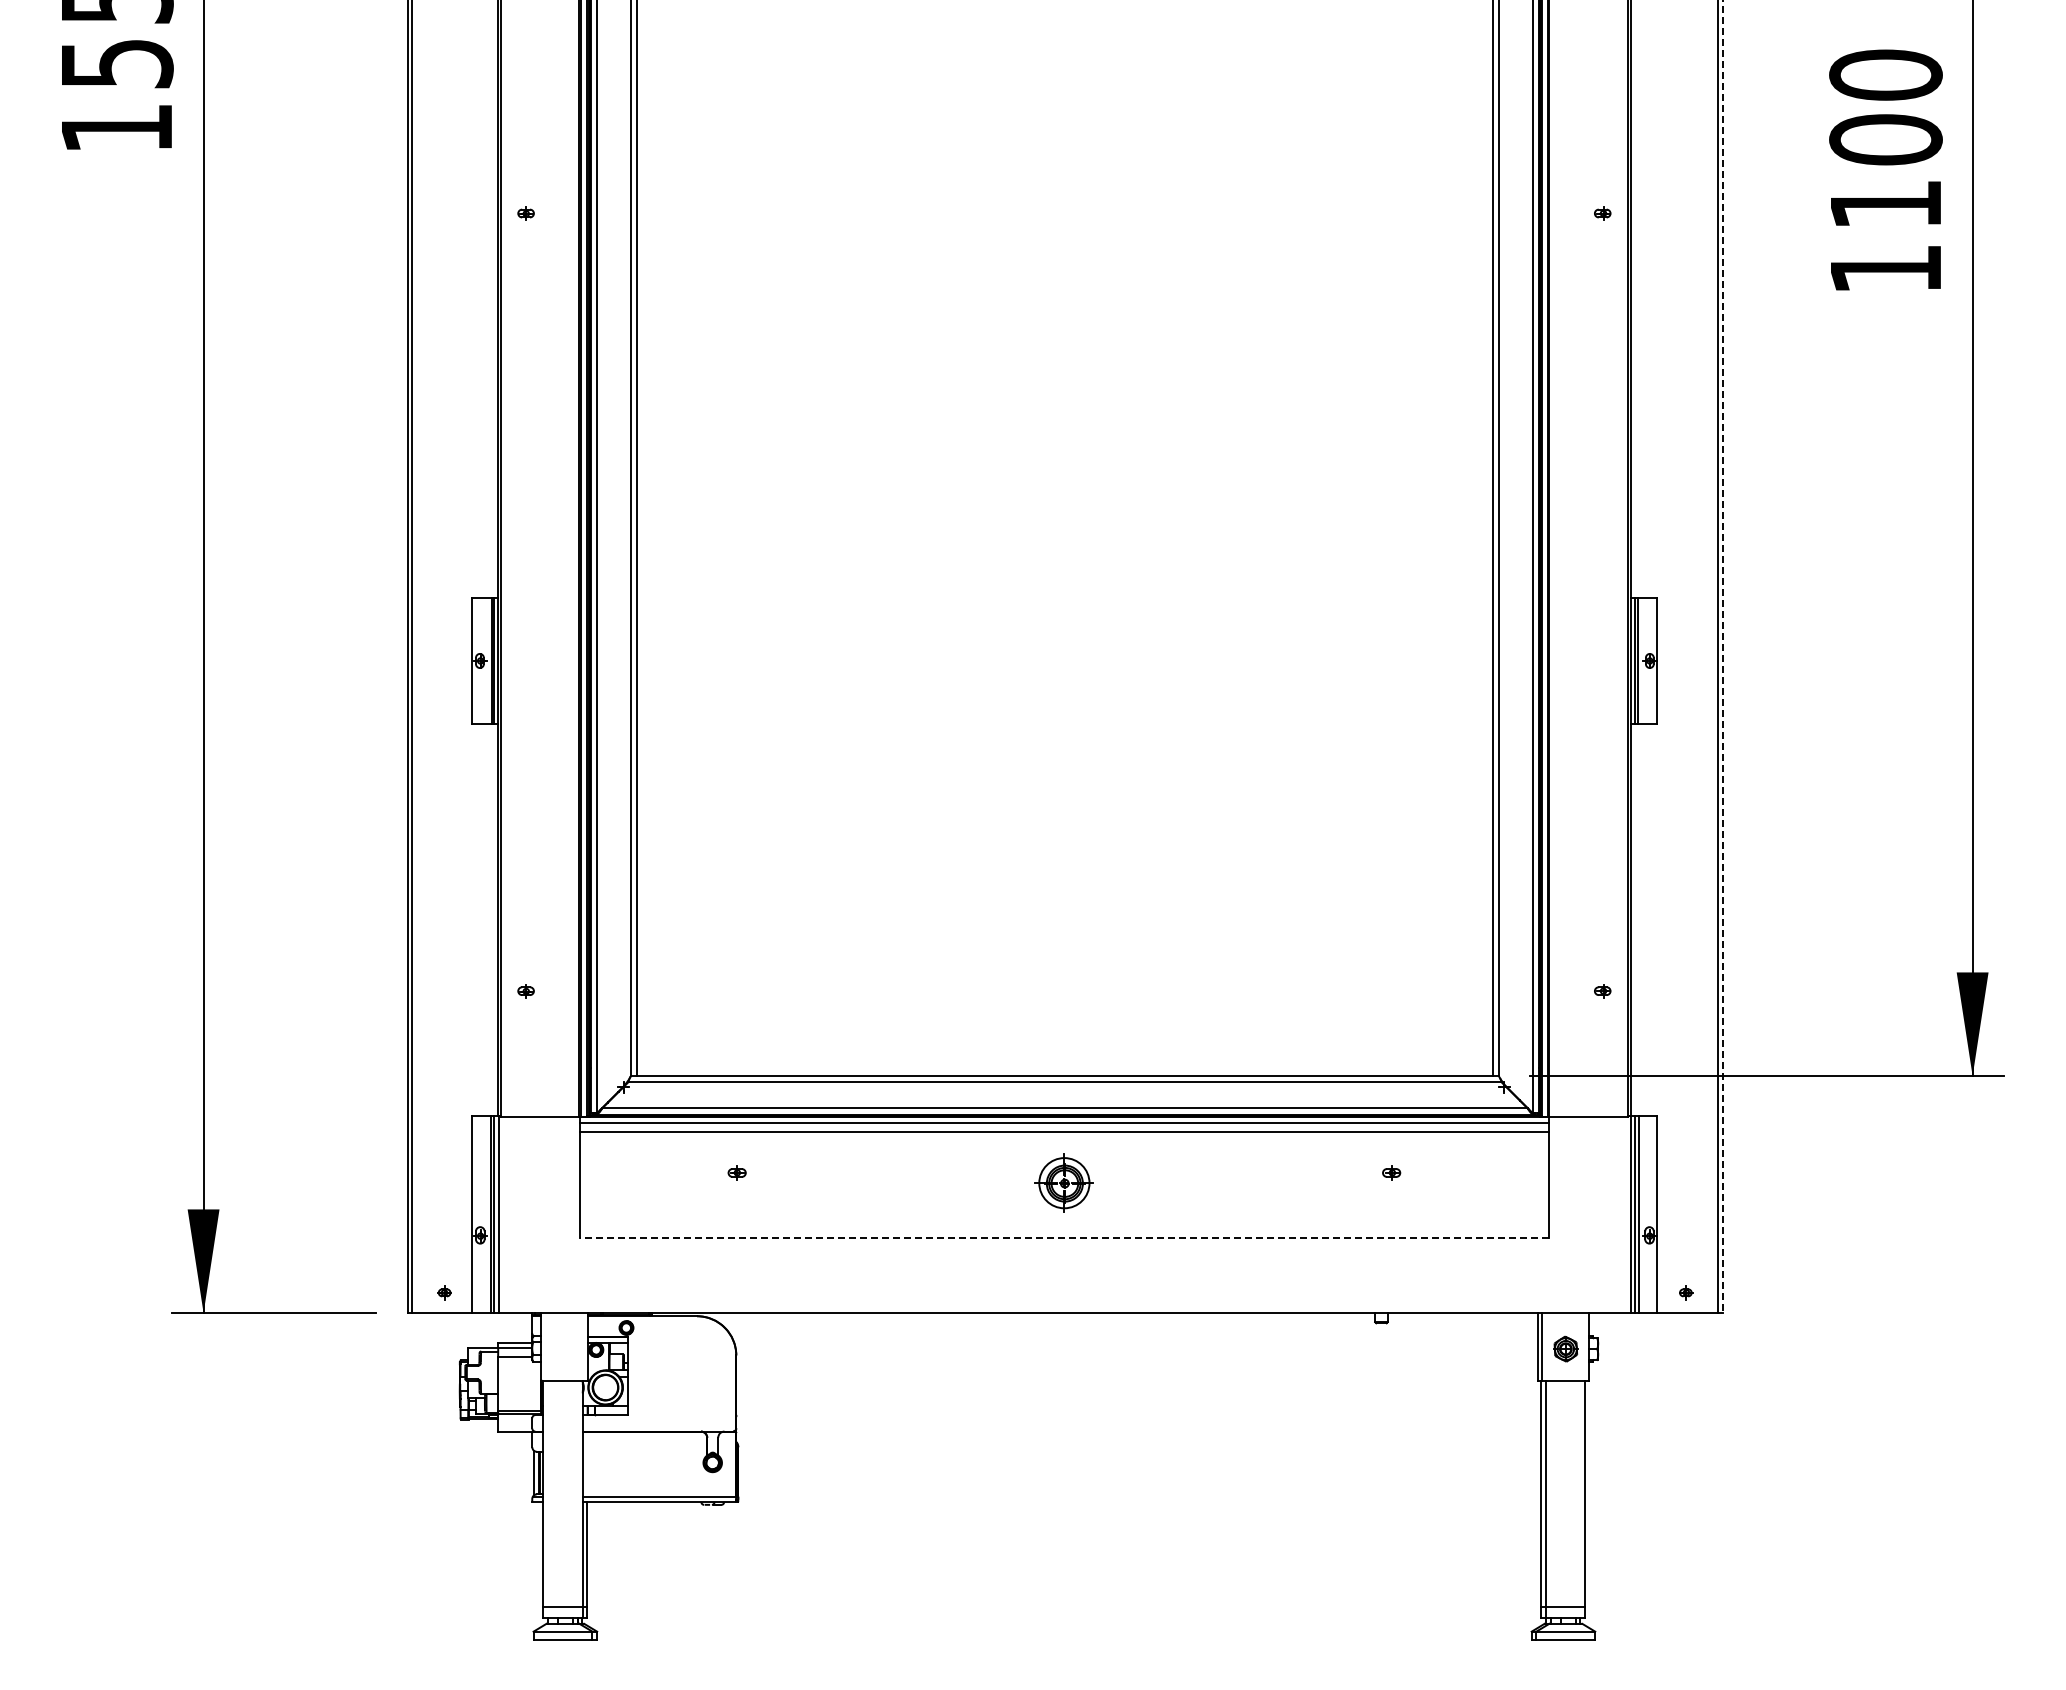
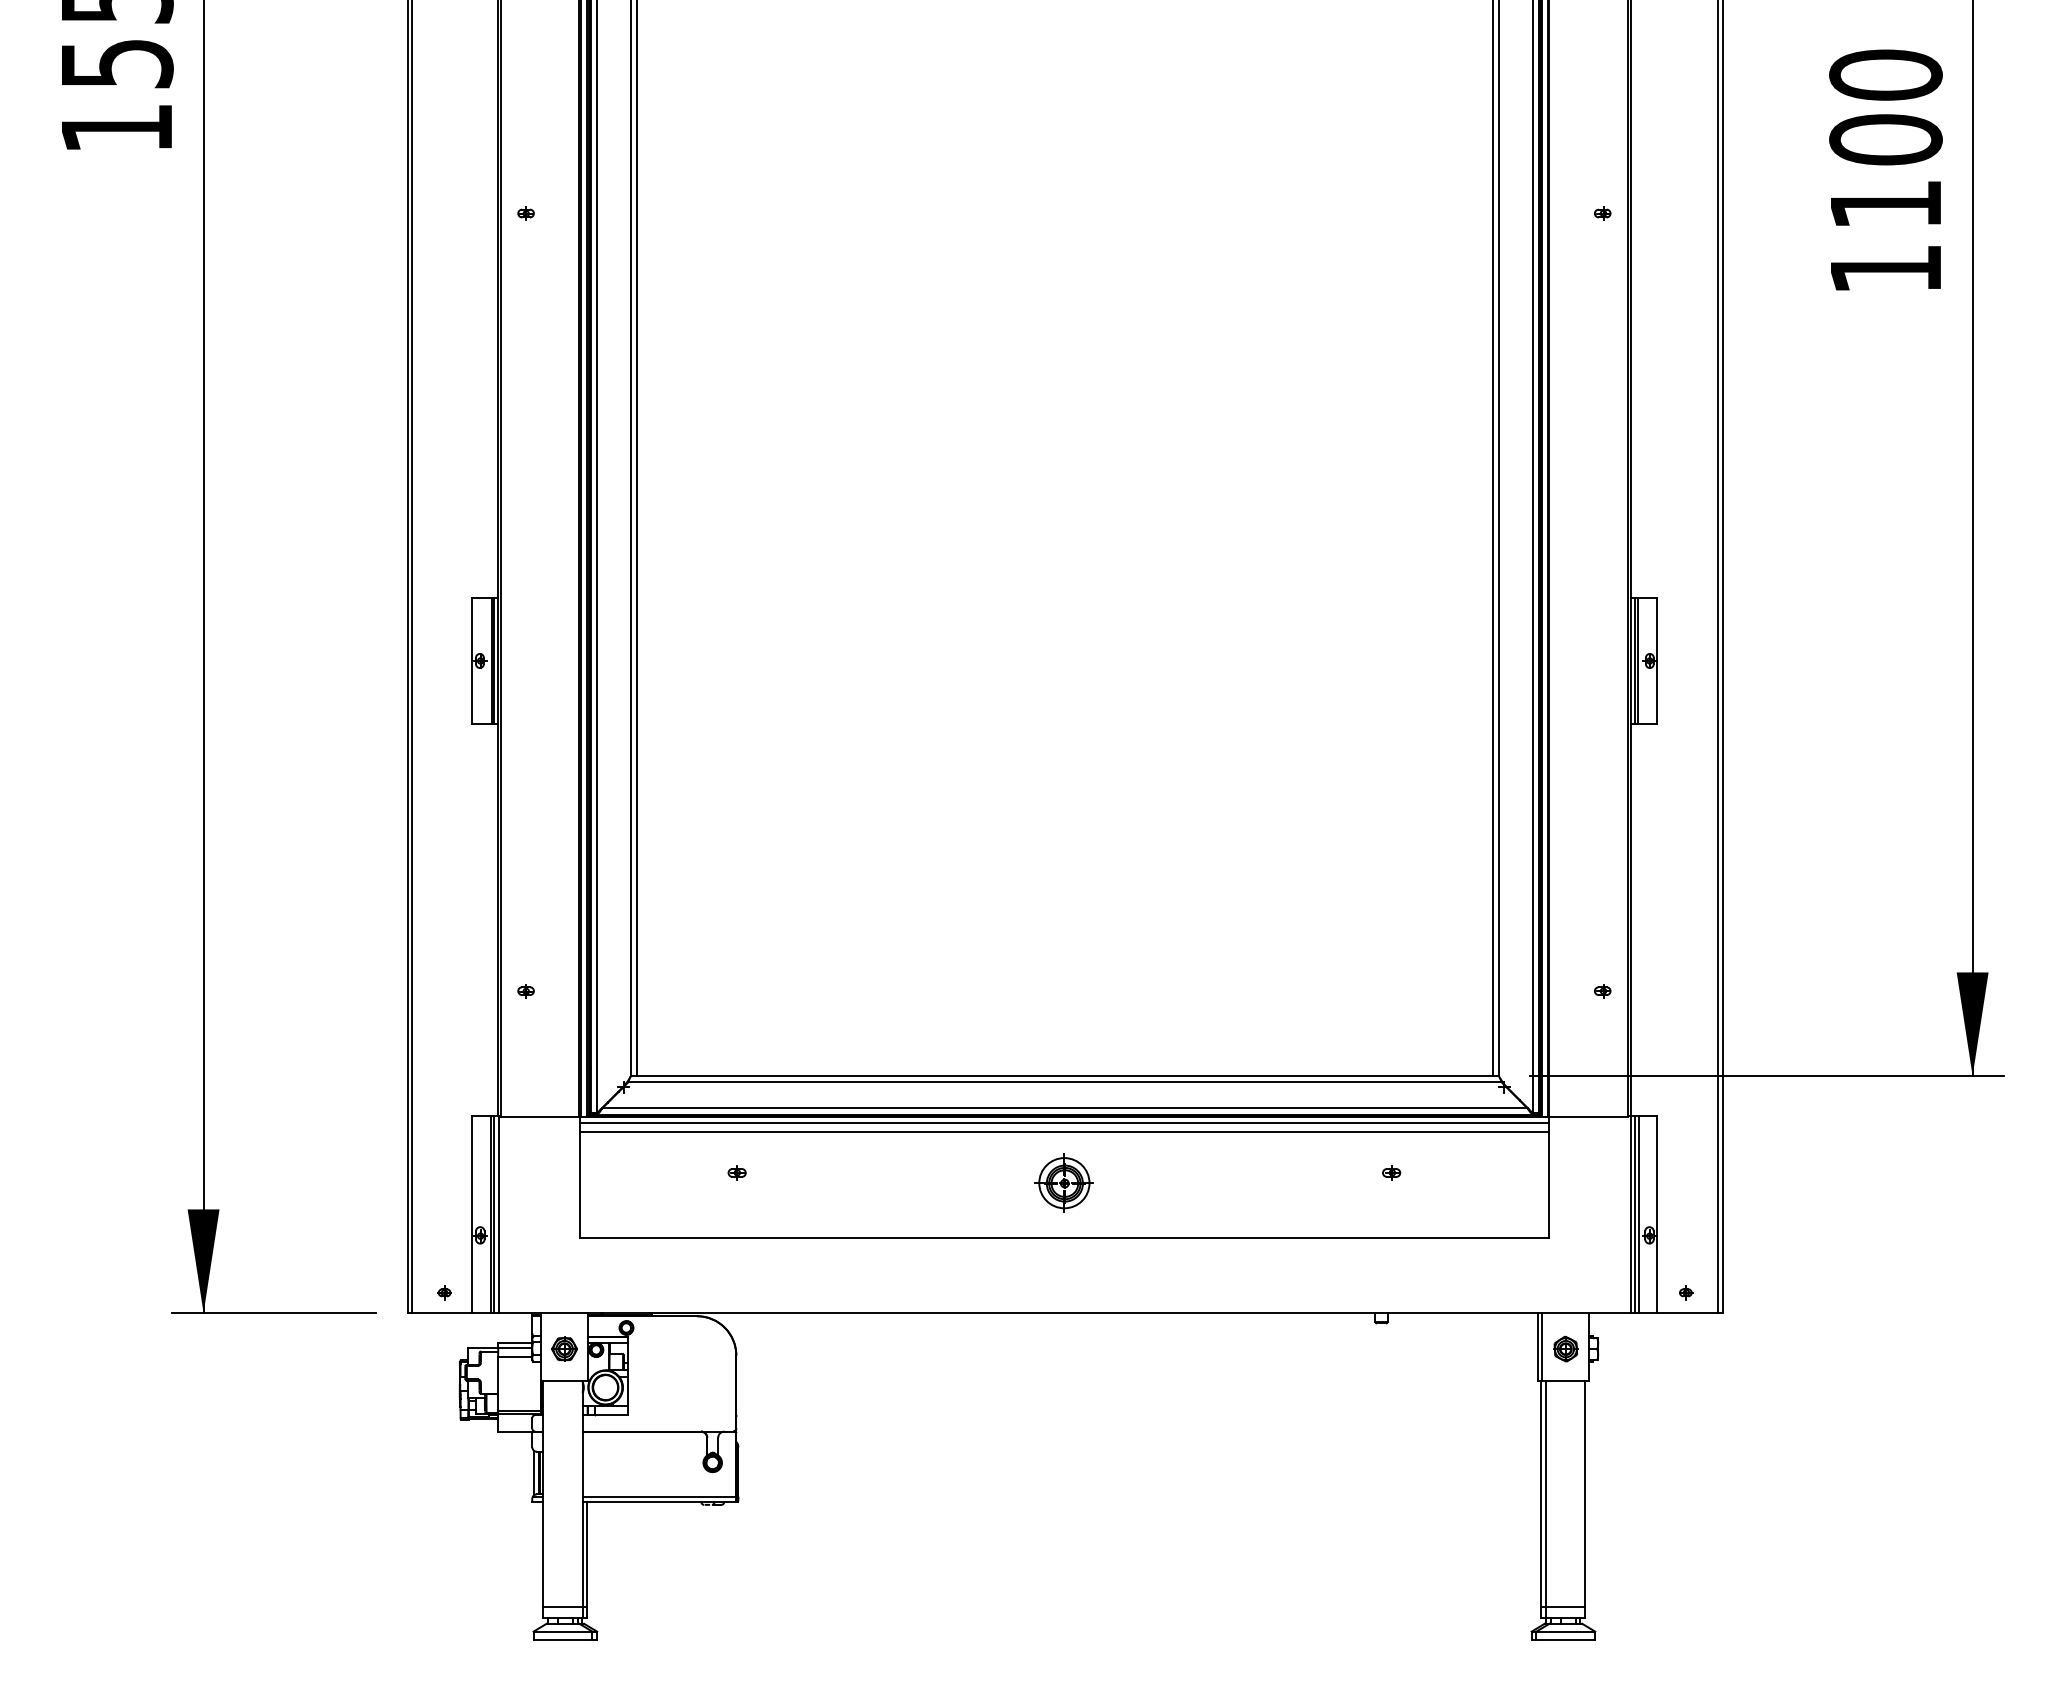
line at (1722, 657): dashed -> solid
line at (1063, 1238): dashed -> solid
part at (564, 1348): none -> present
